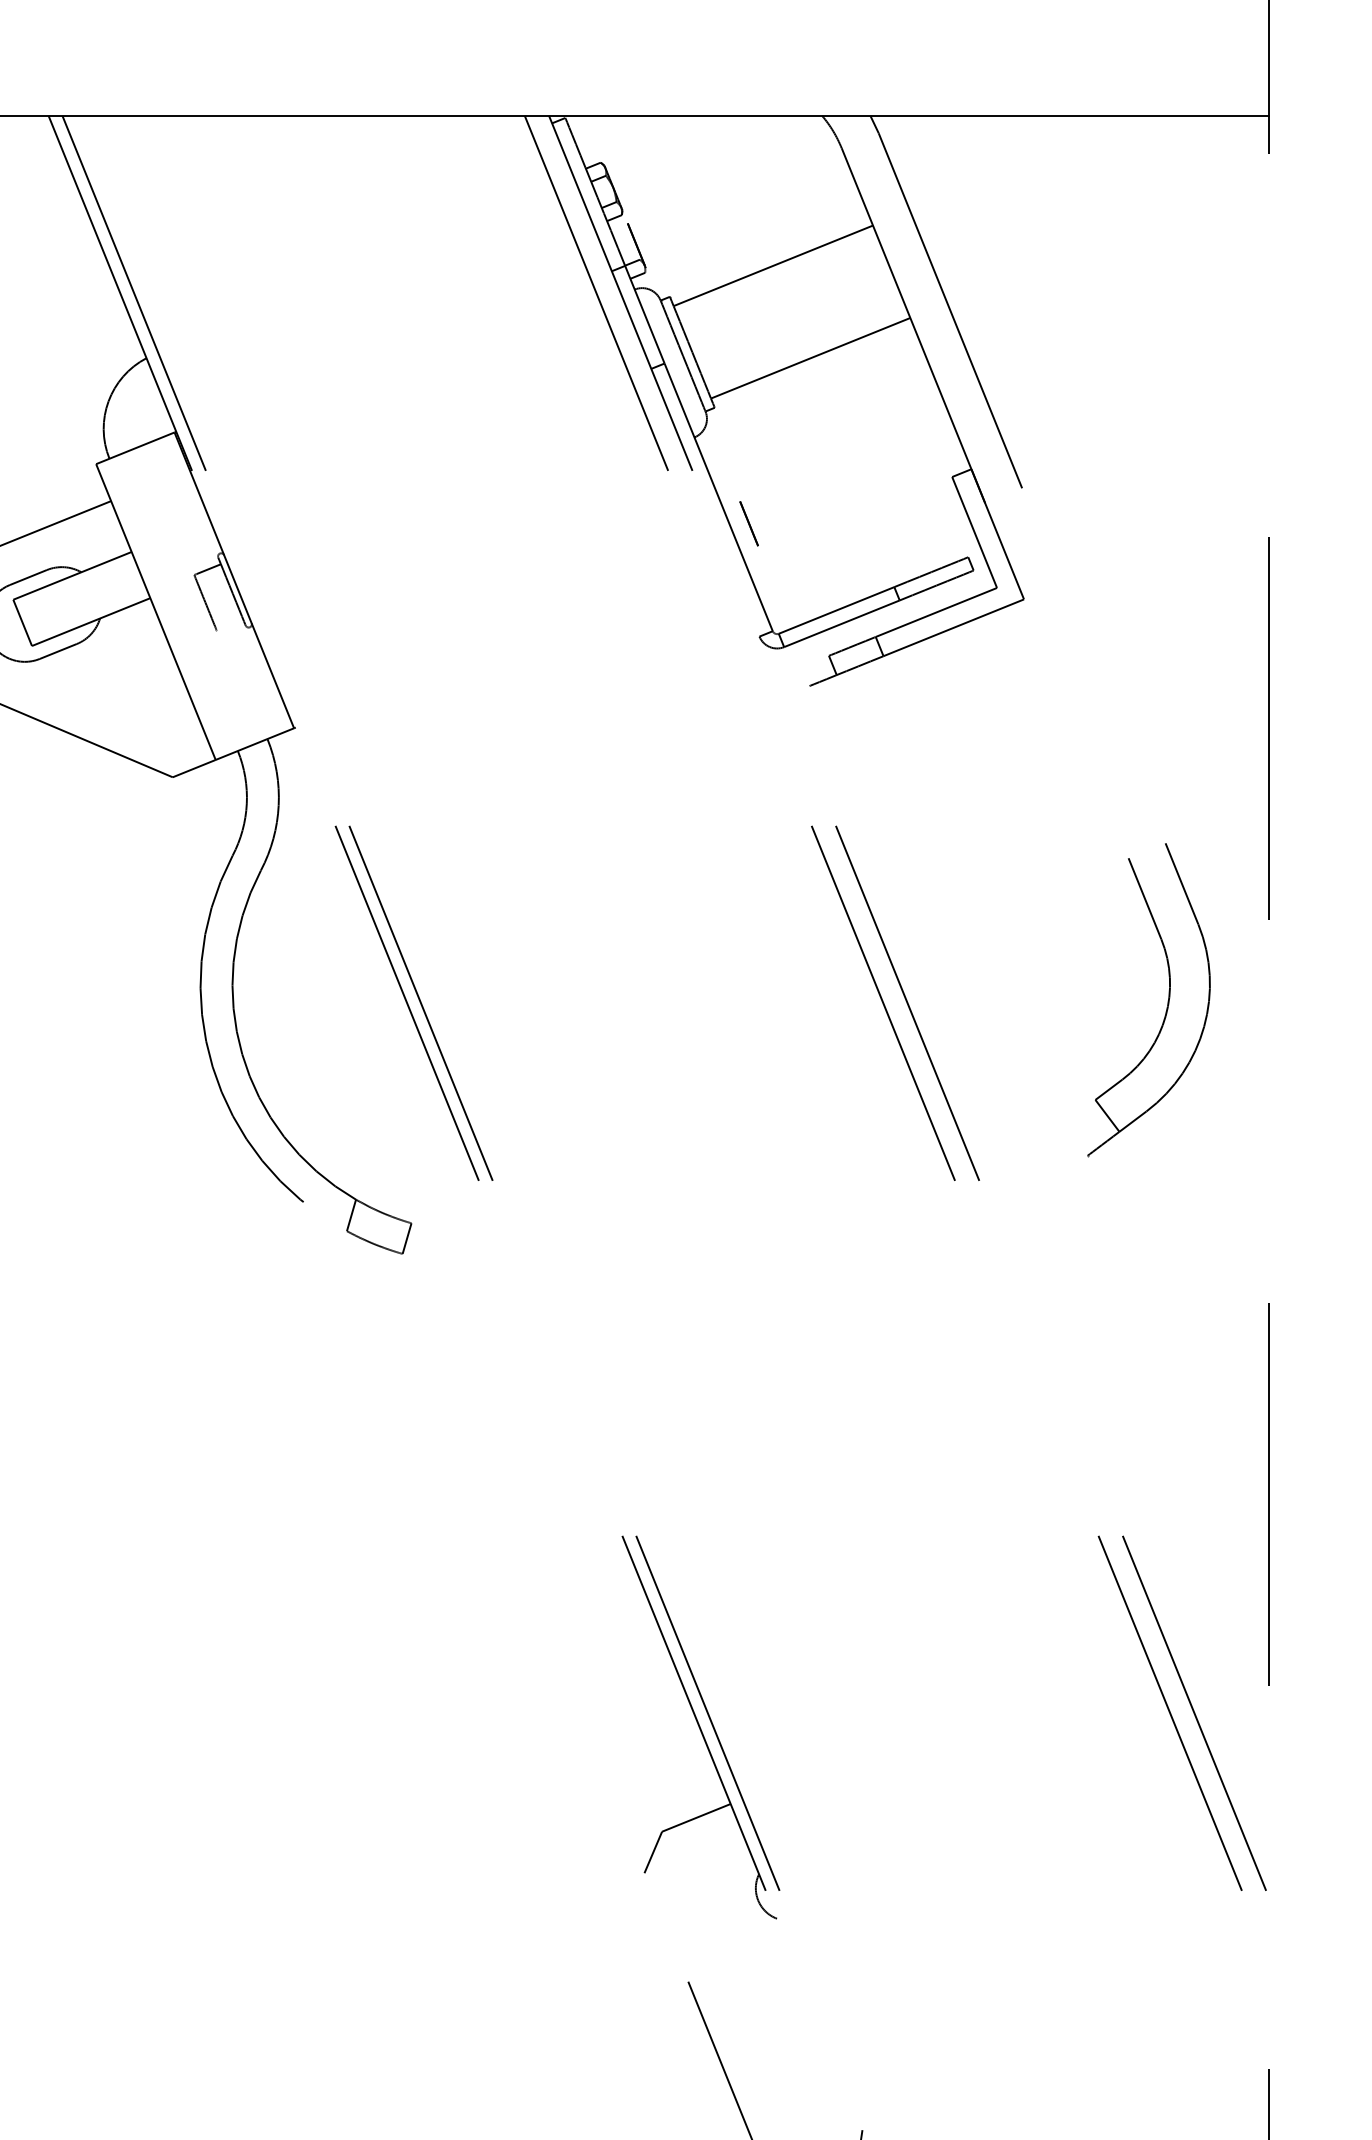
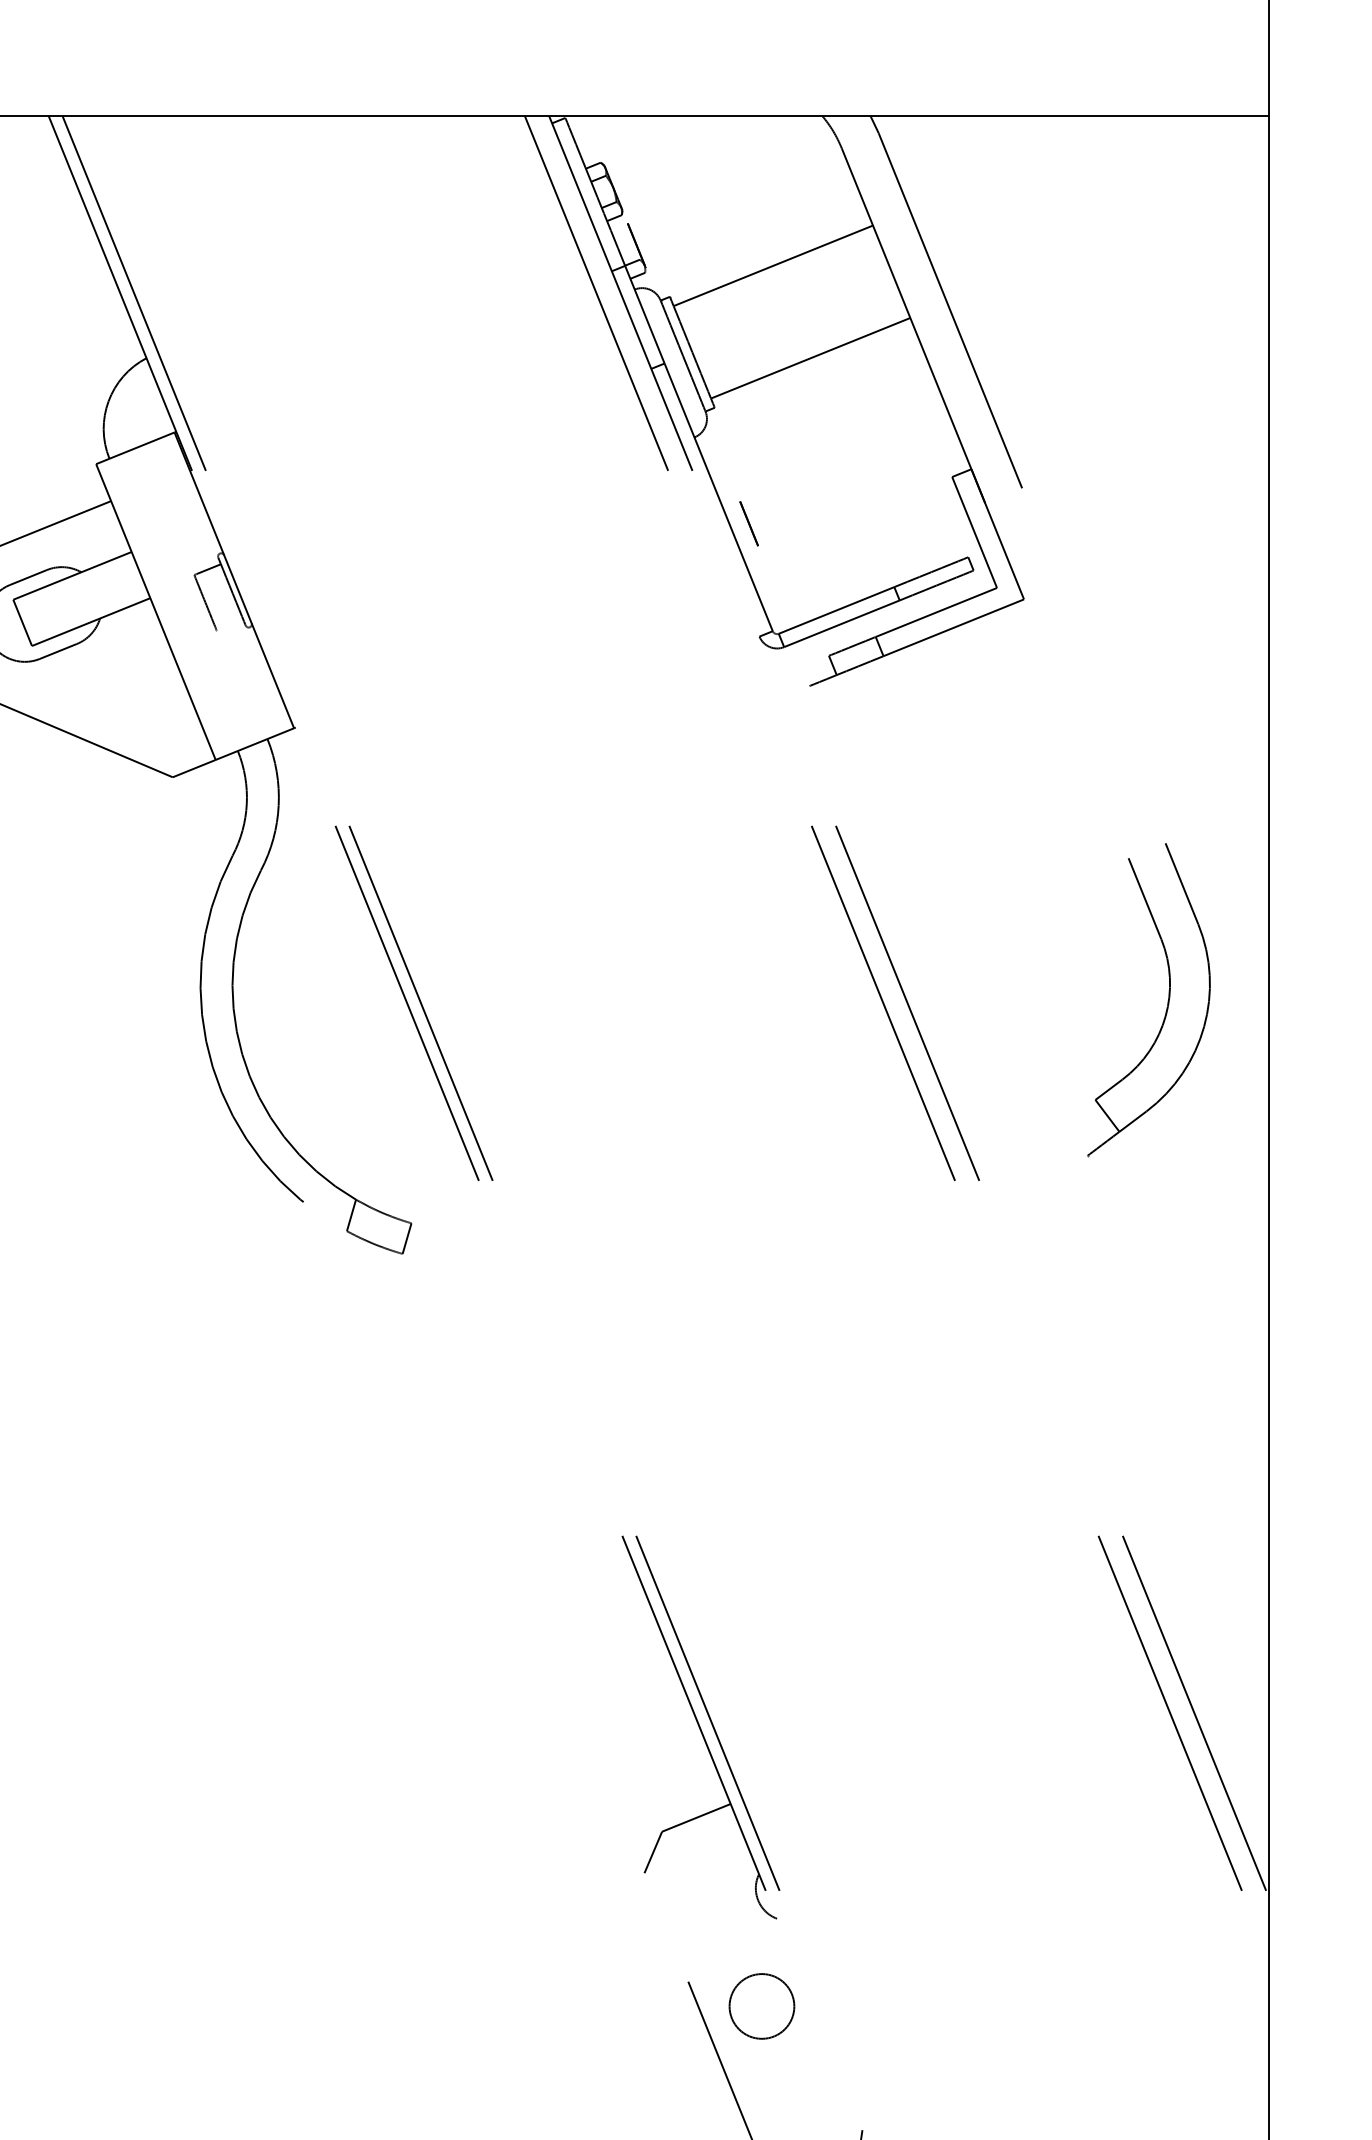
line at (1269, 1070): dashed -> solid
circle at (761, 2006): none -> present
